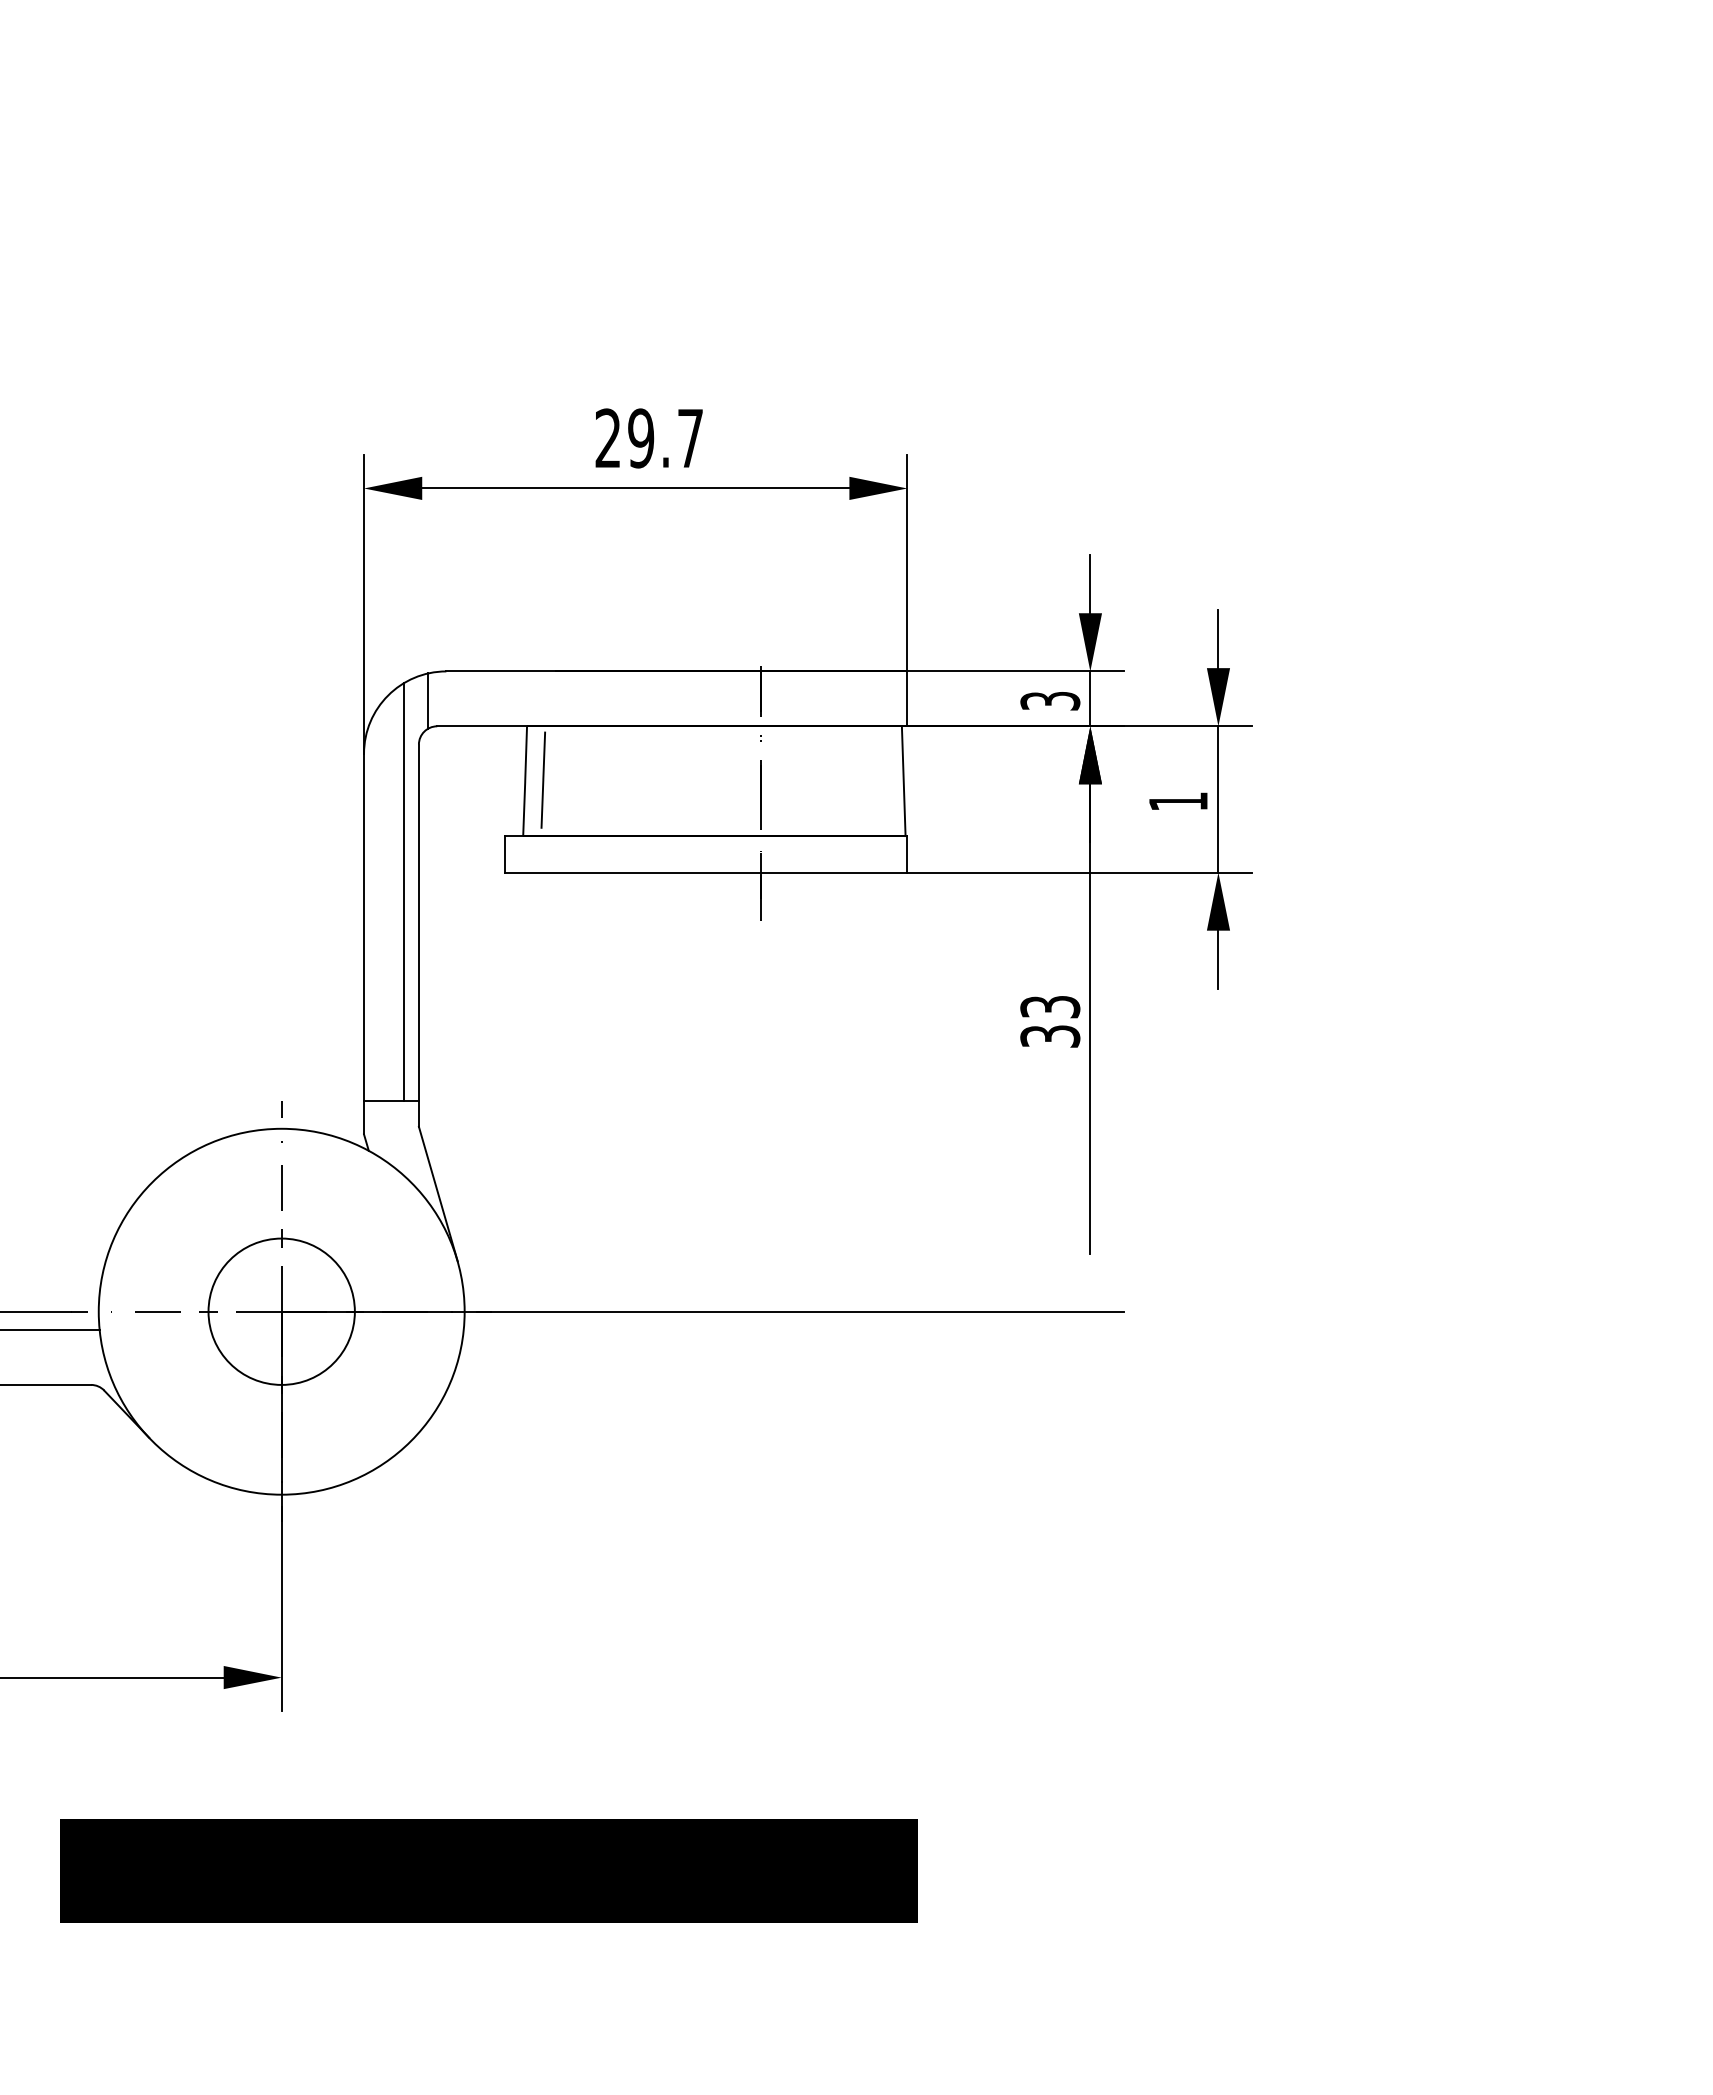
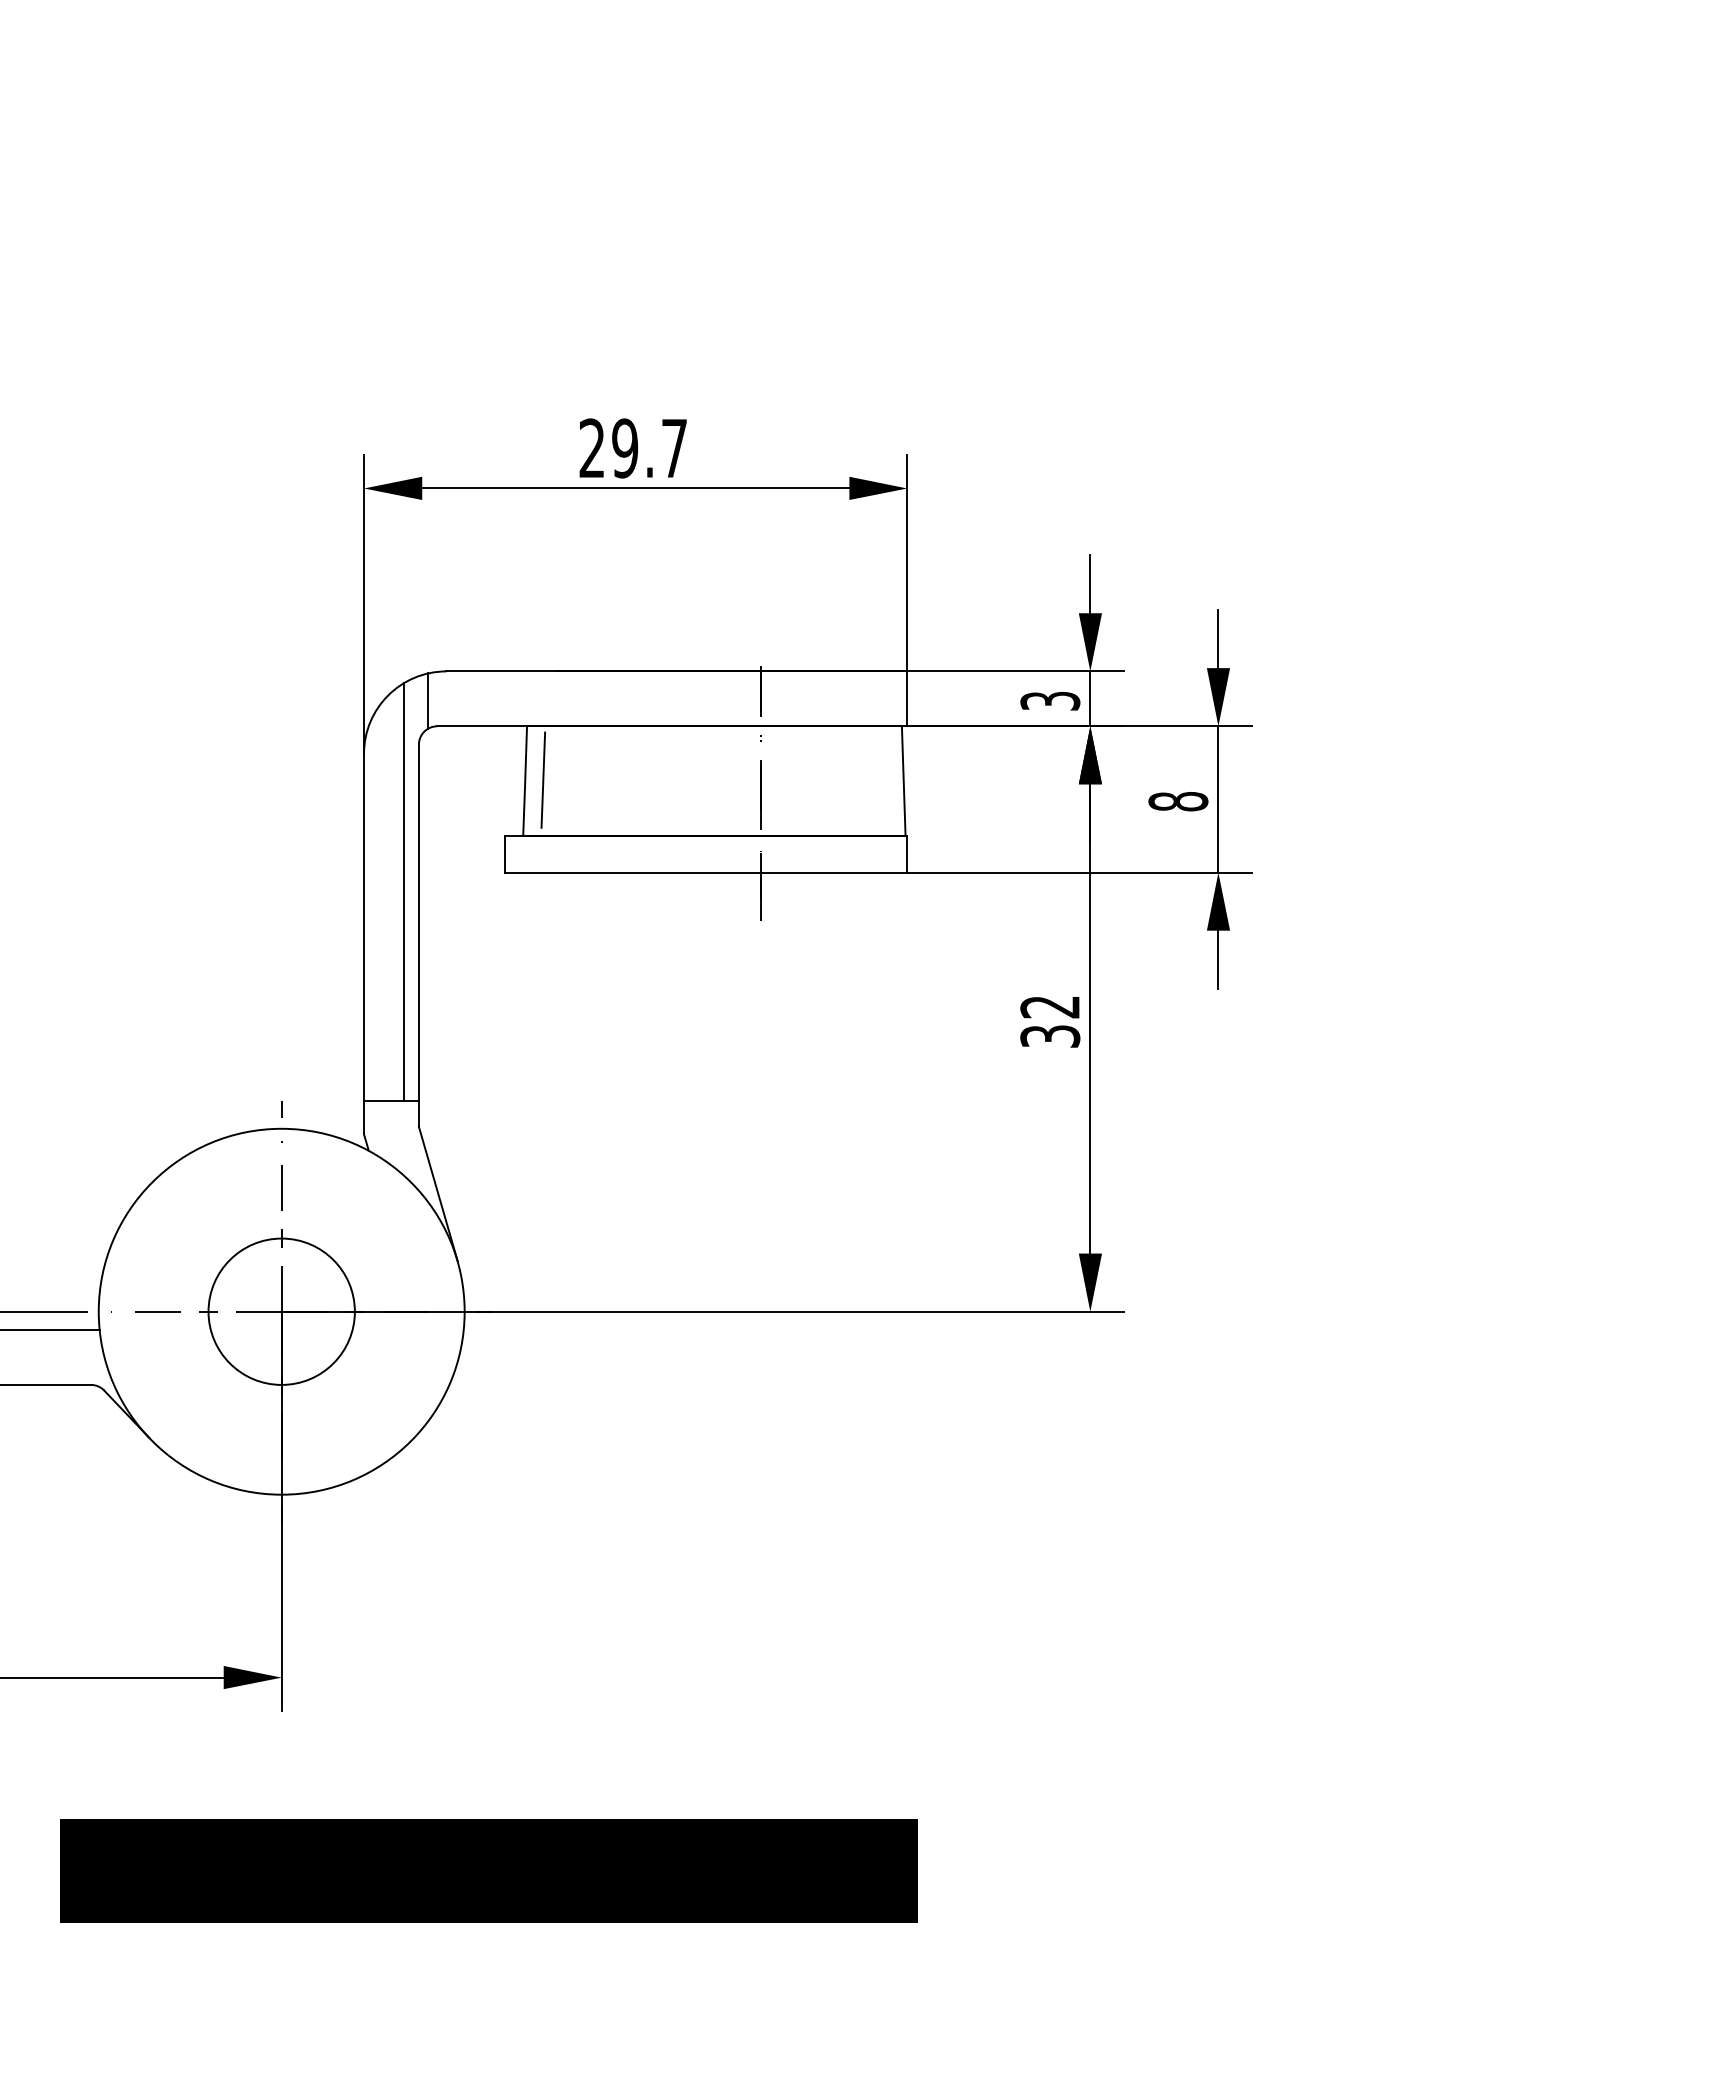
text at (648, 438) position: (648, 438) -> (632, 448)
text at (1178, 801): 1 -> 8
text at (1050, 1007): 33 -> 32
fill at (1090, 1282): none -> present
